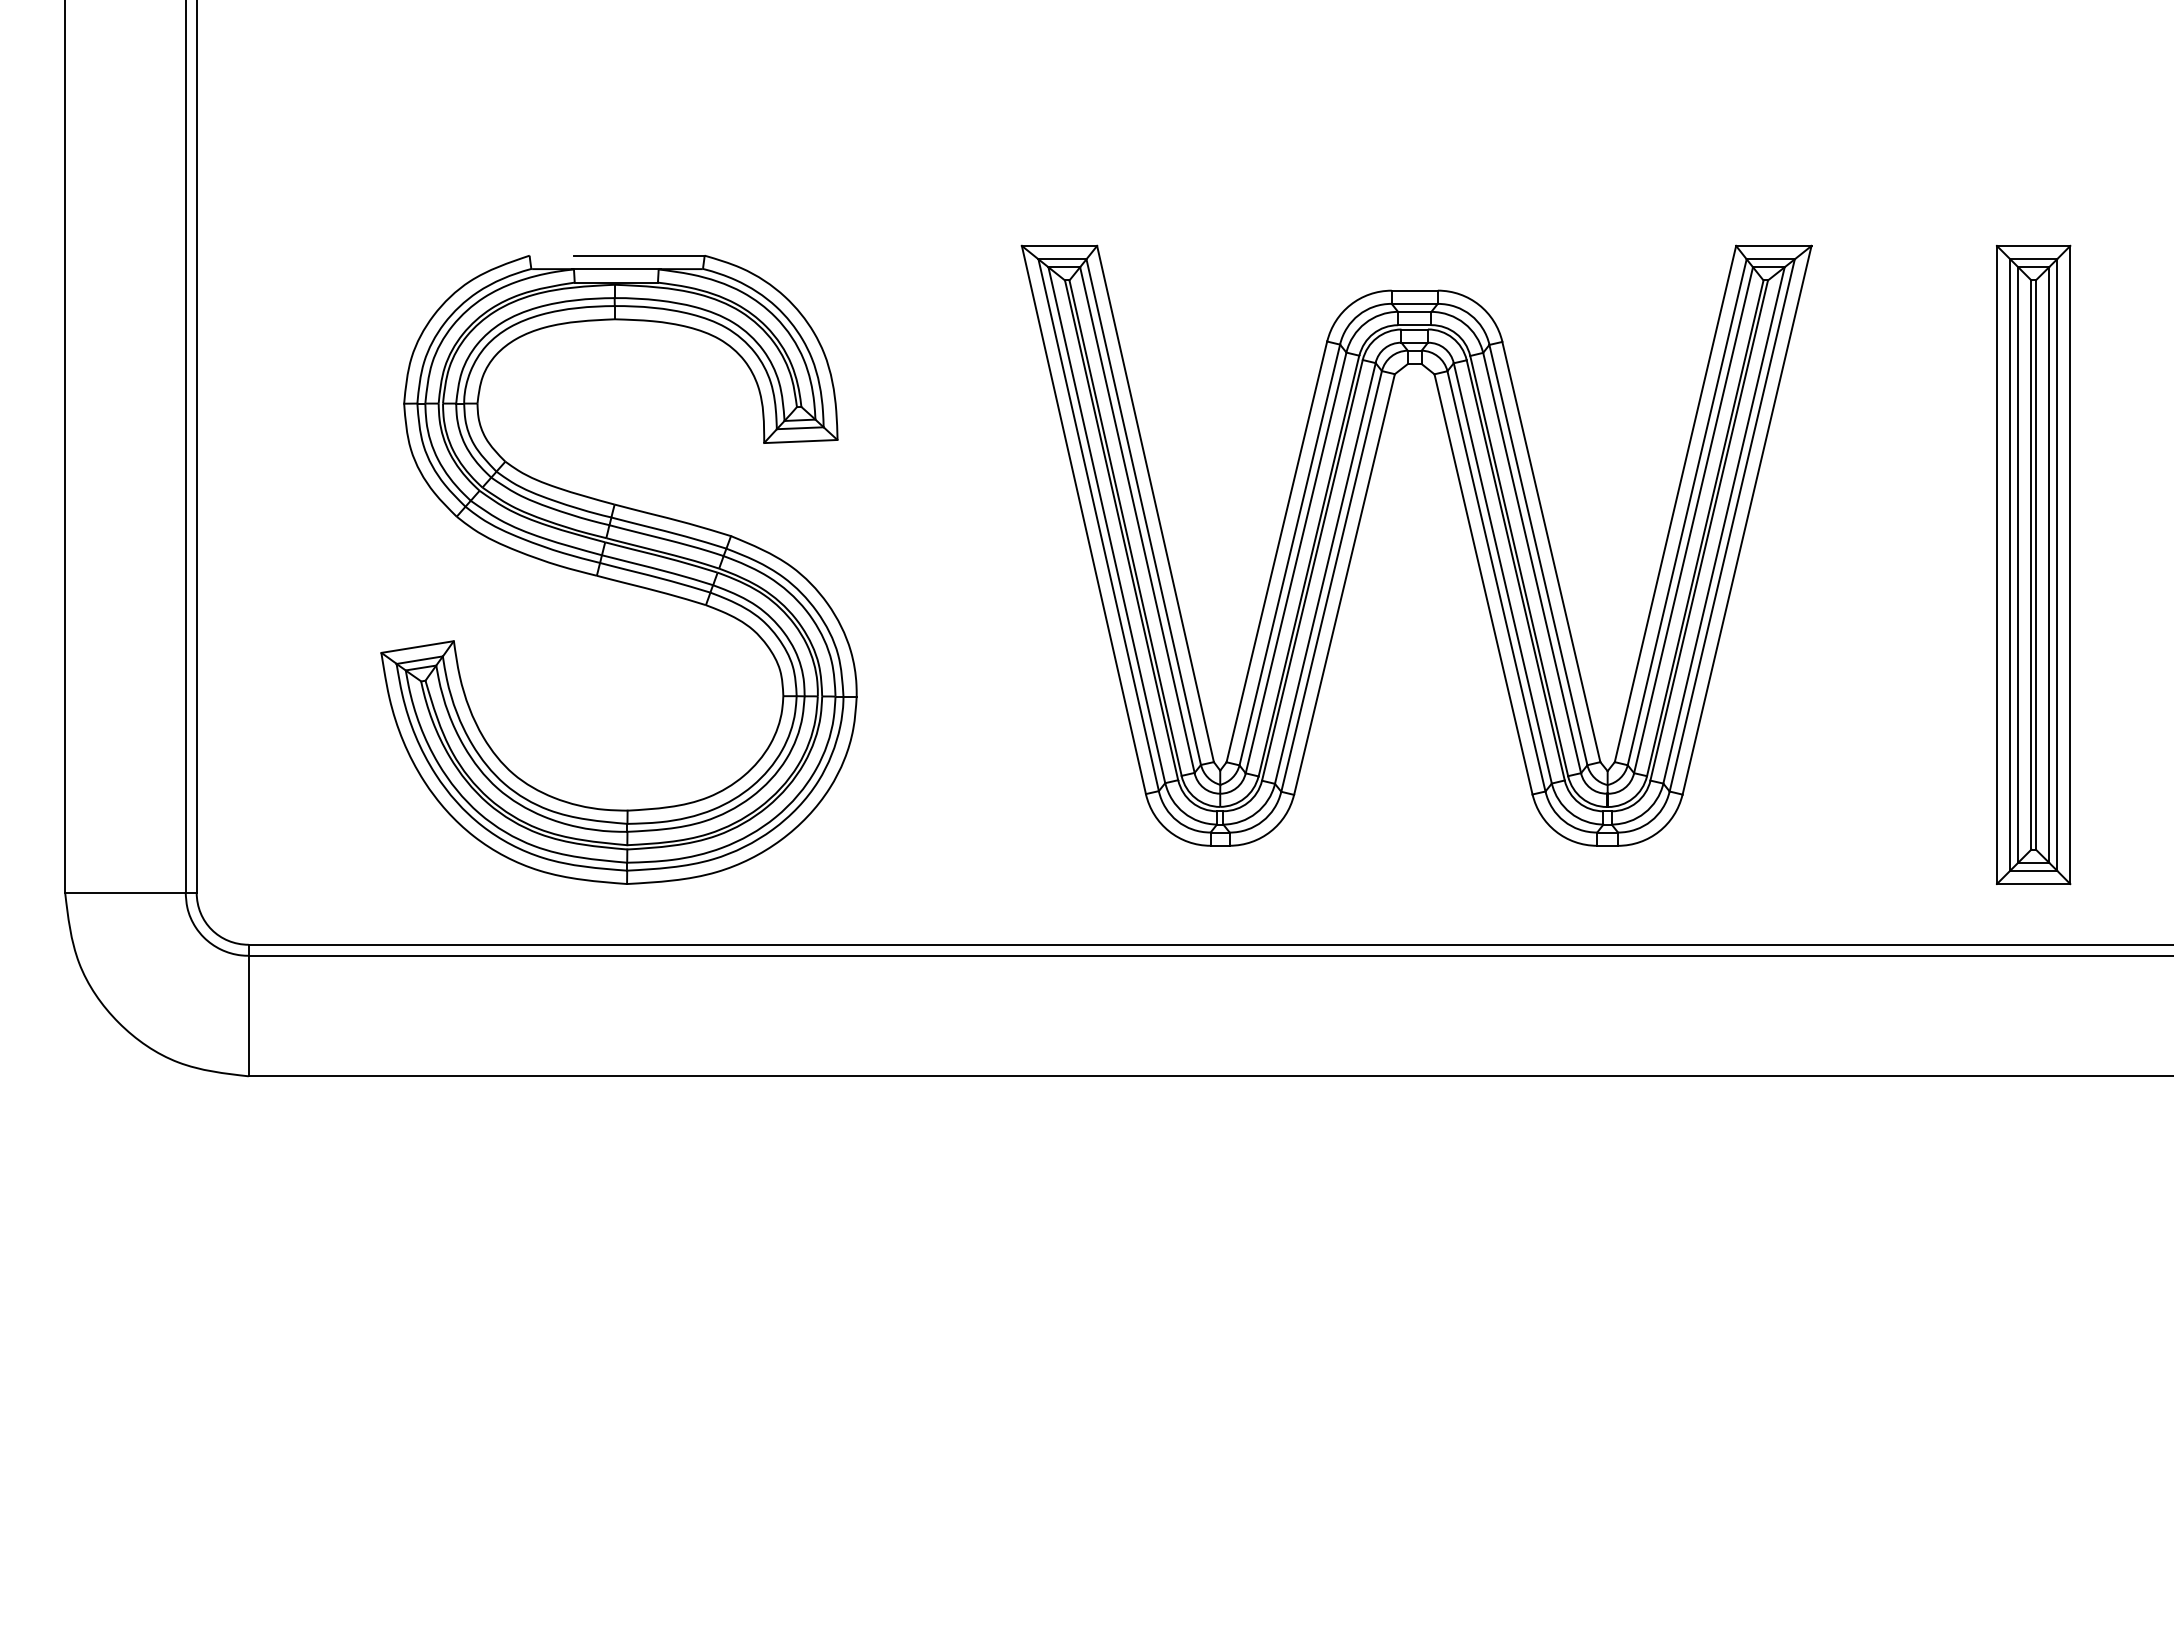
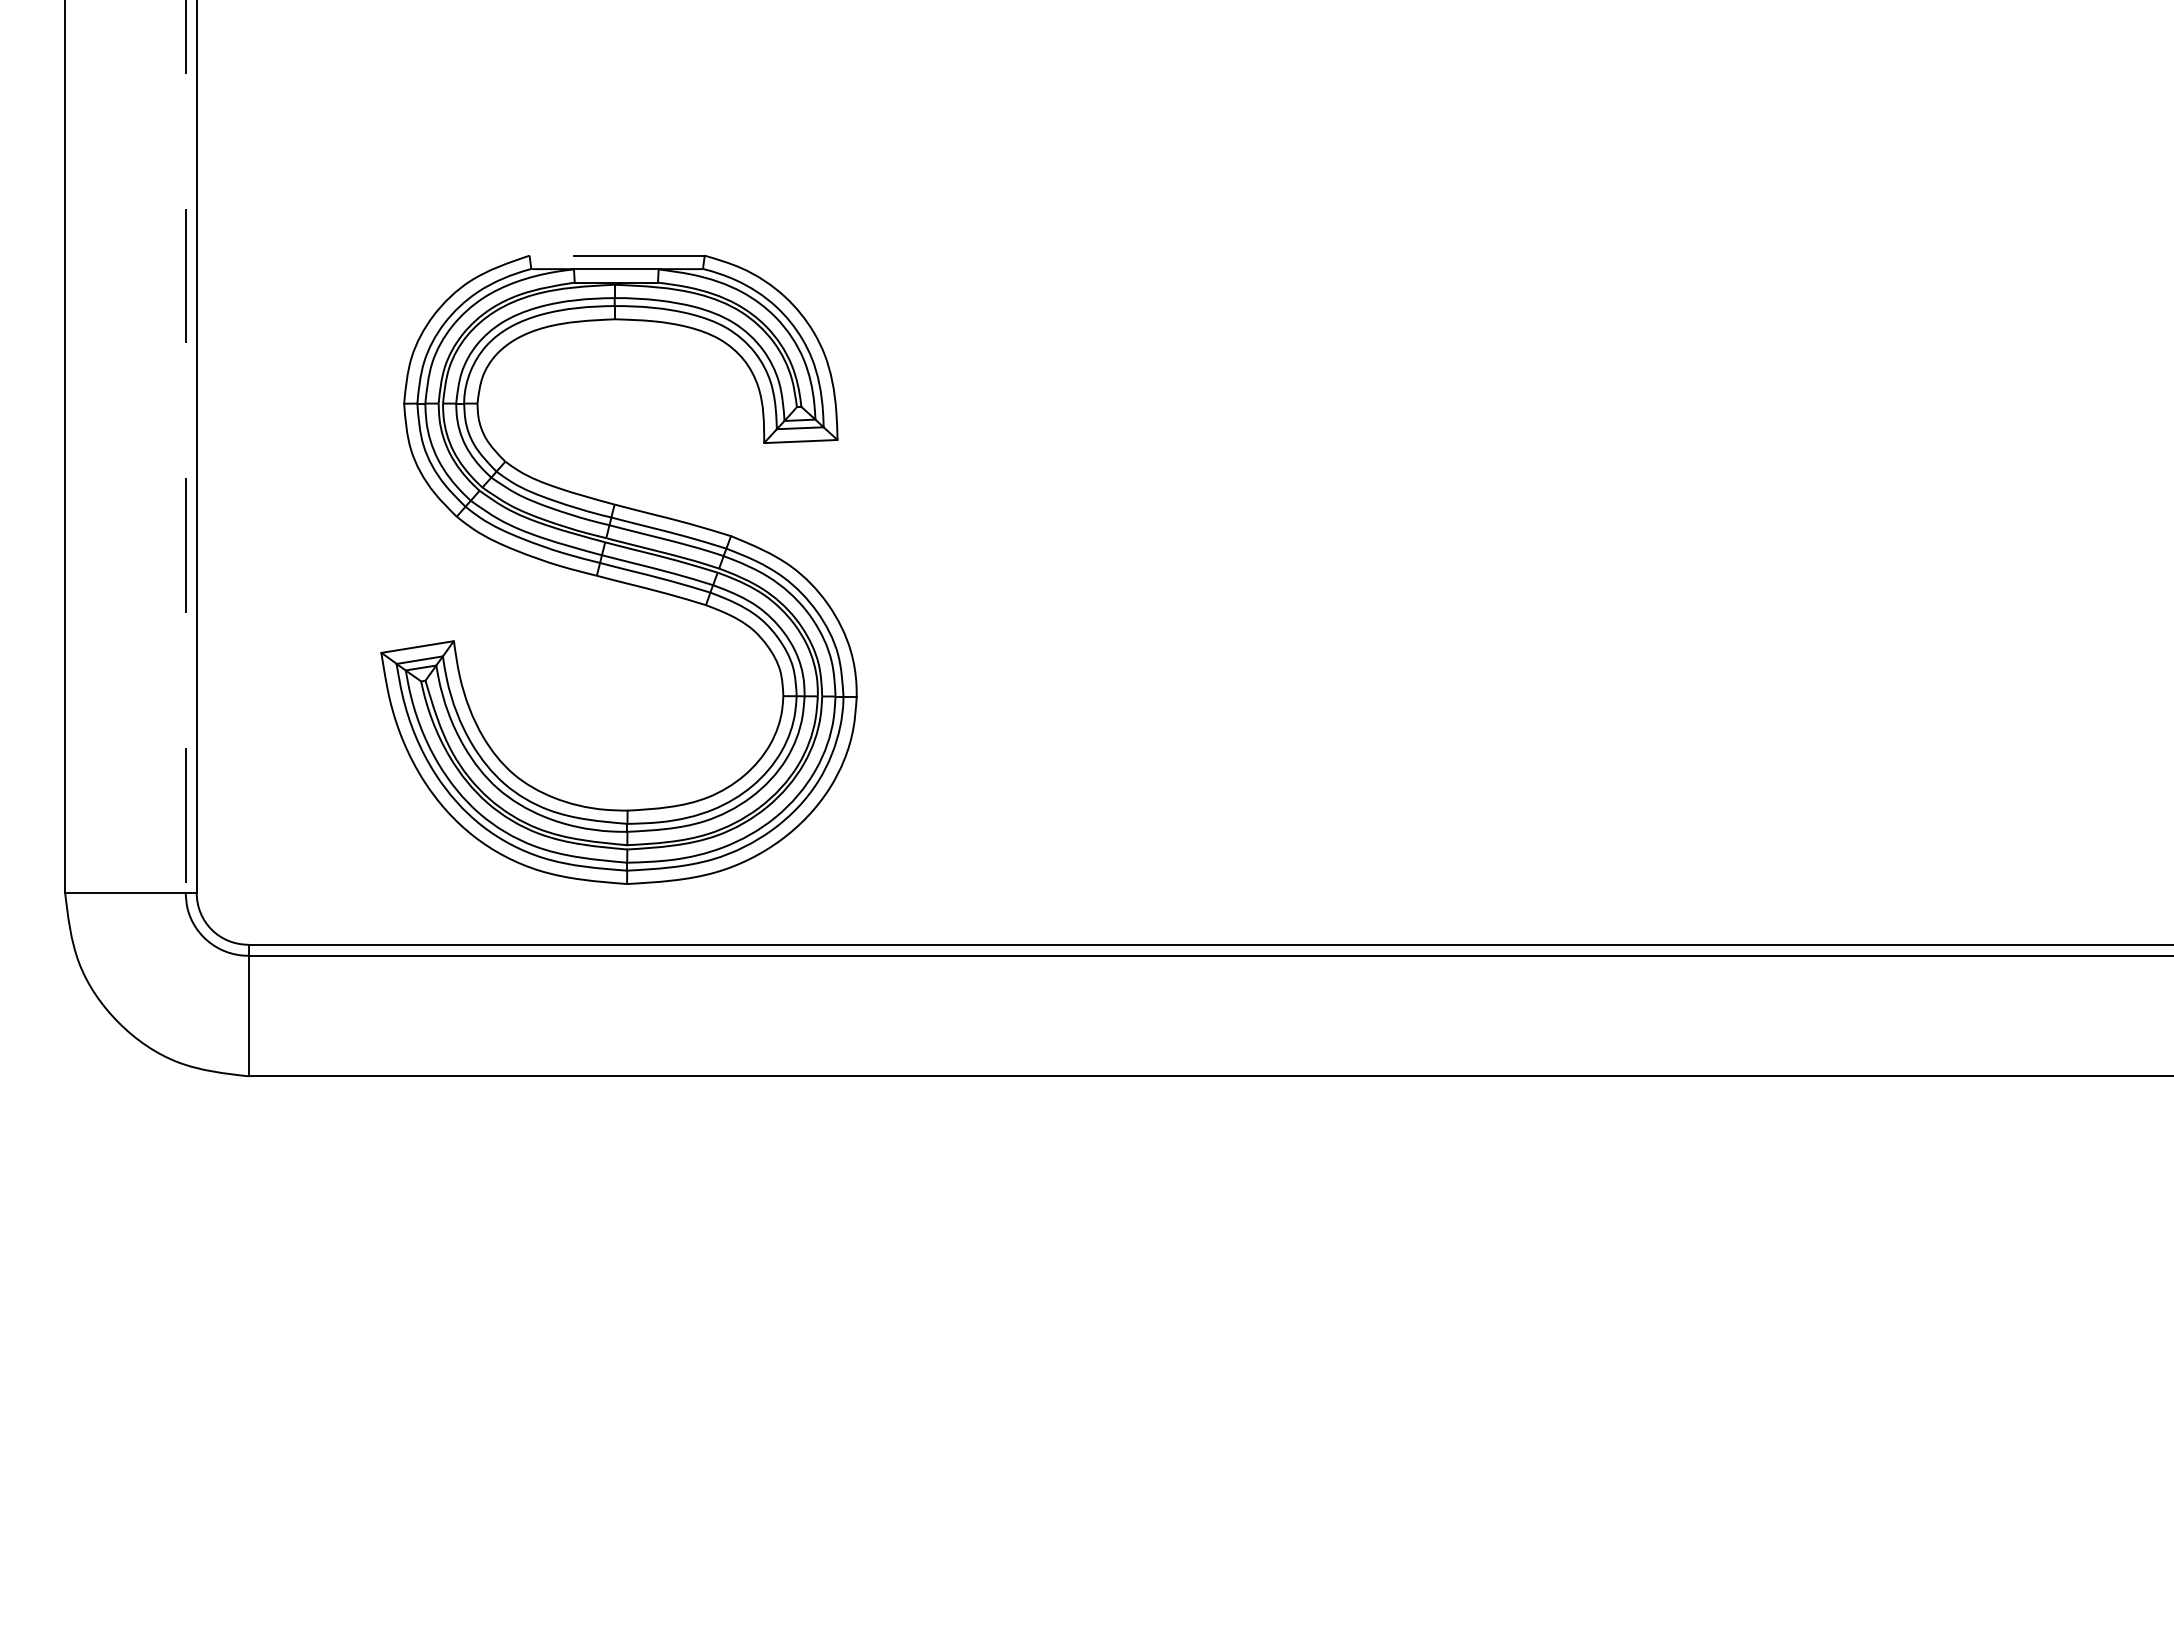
line at (185, 446): solid -> dashed
part at (1470, 533): present -> none
part at (2033, 564): present -> none
